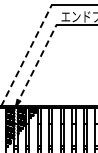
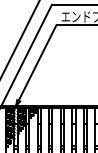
line at (20, 38): none -> present
line at (26, 56): dashed -> solid
line at (36, 65): dashed -> solid
